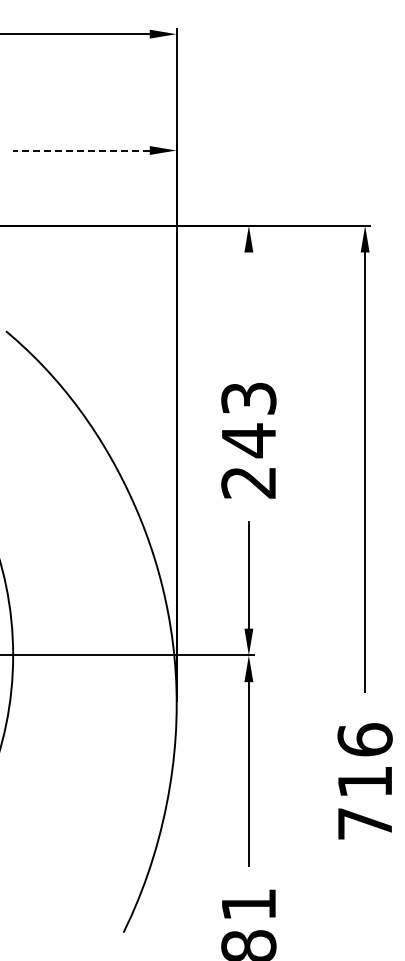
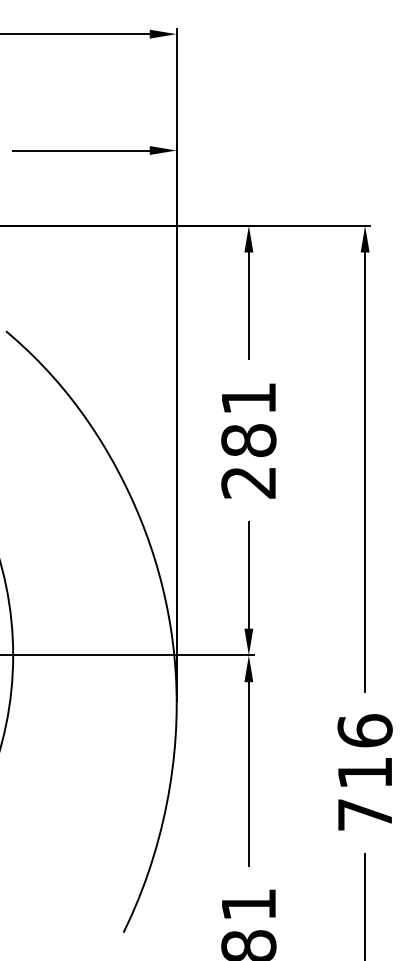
line at (80, 150): dashed -> solid
line at (248, 305): none -> present
text at (248, 420): 243 -> 281
text at (364, 781) position: (364, 781) -> (364, 772)
line at (365, 905): none -> present
